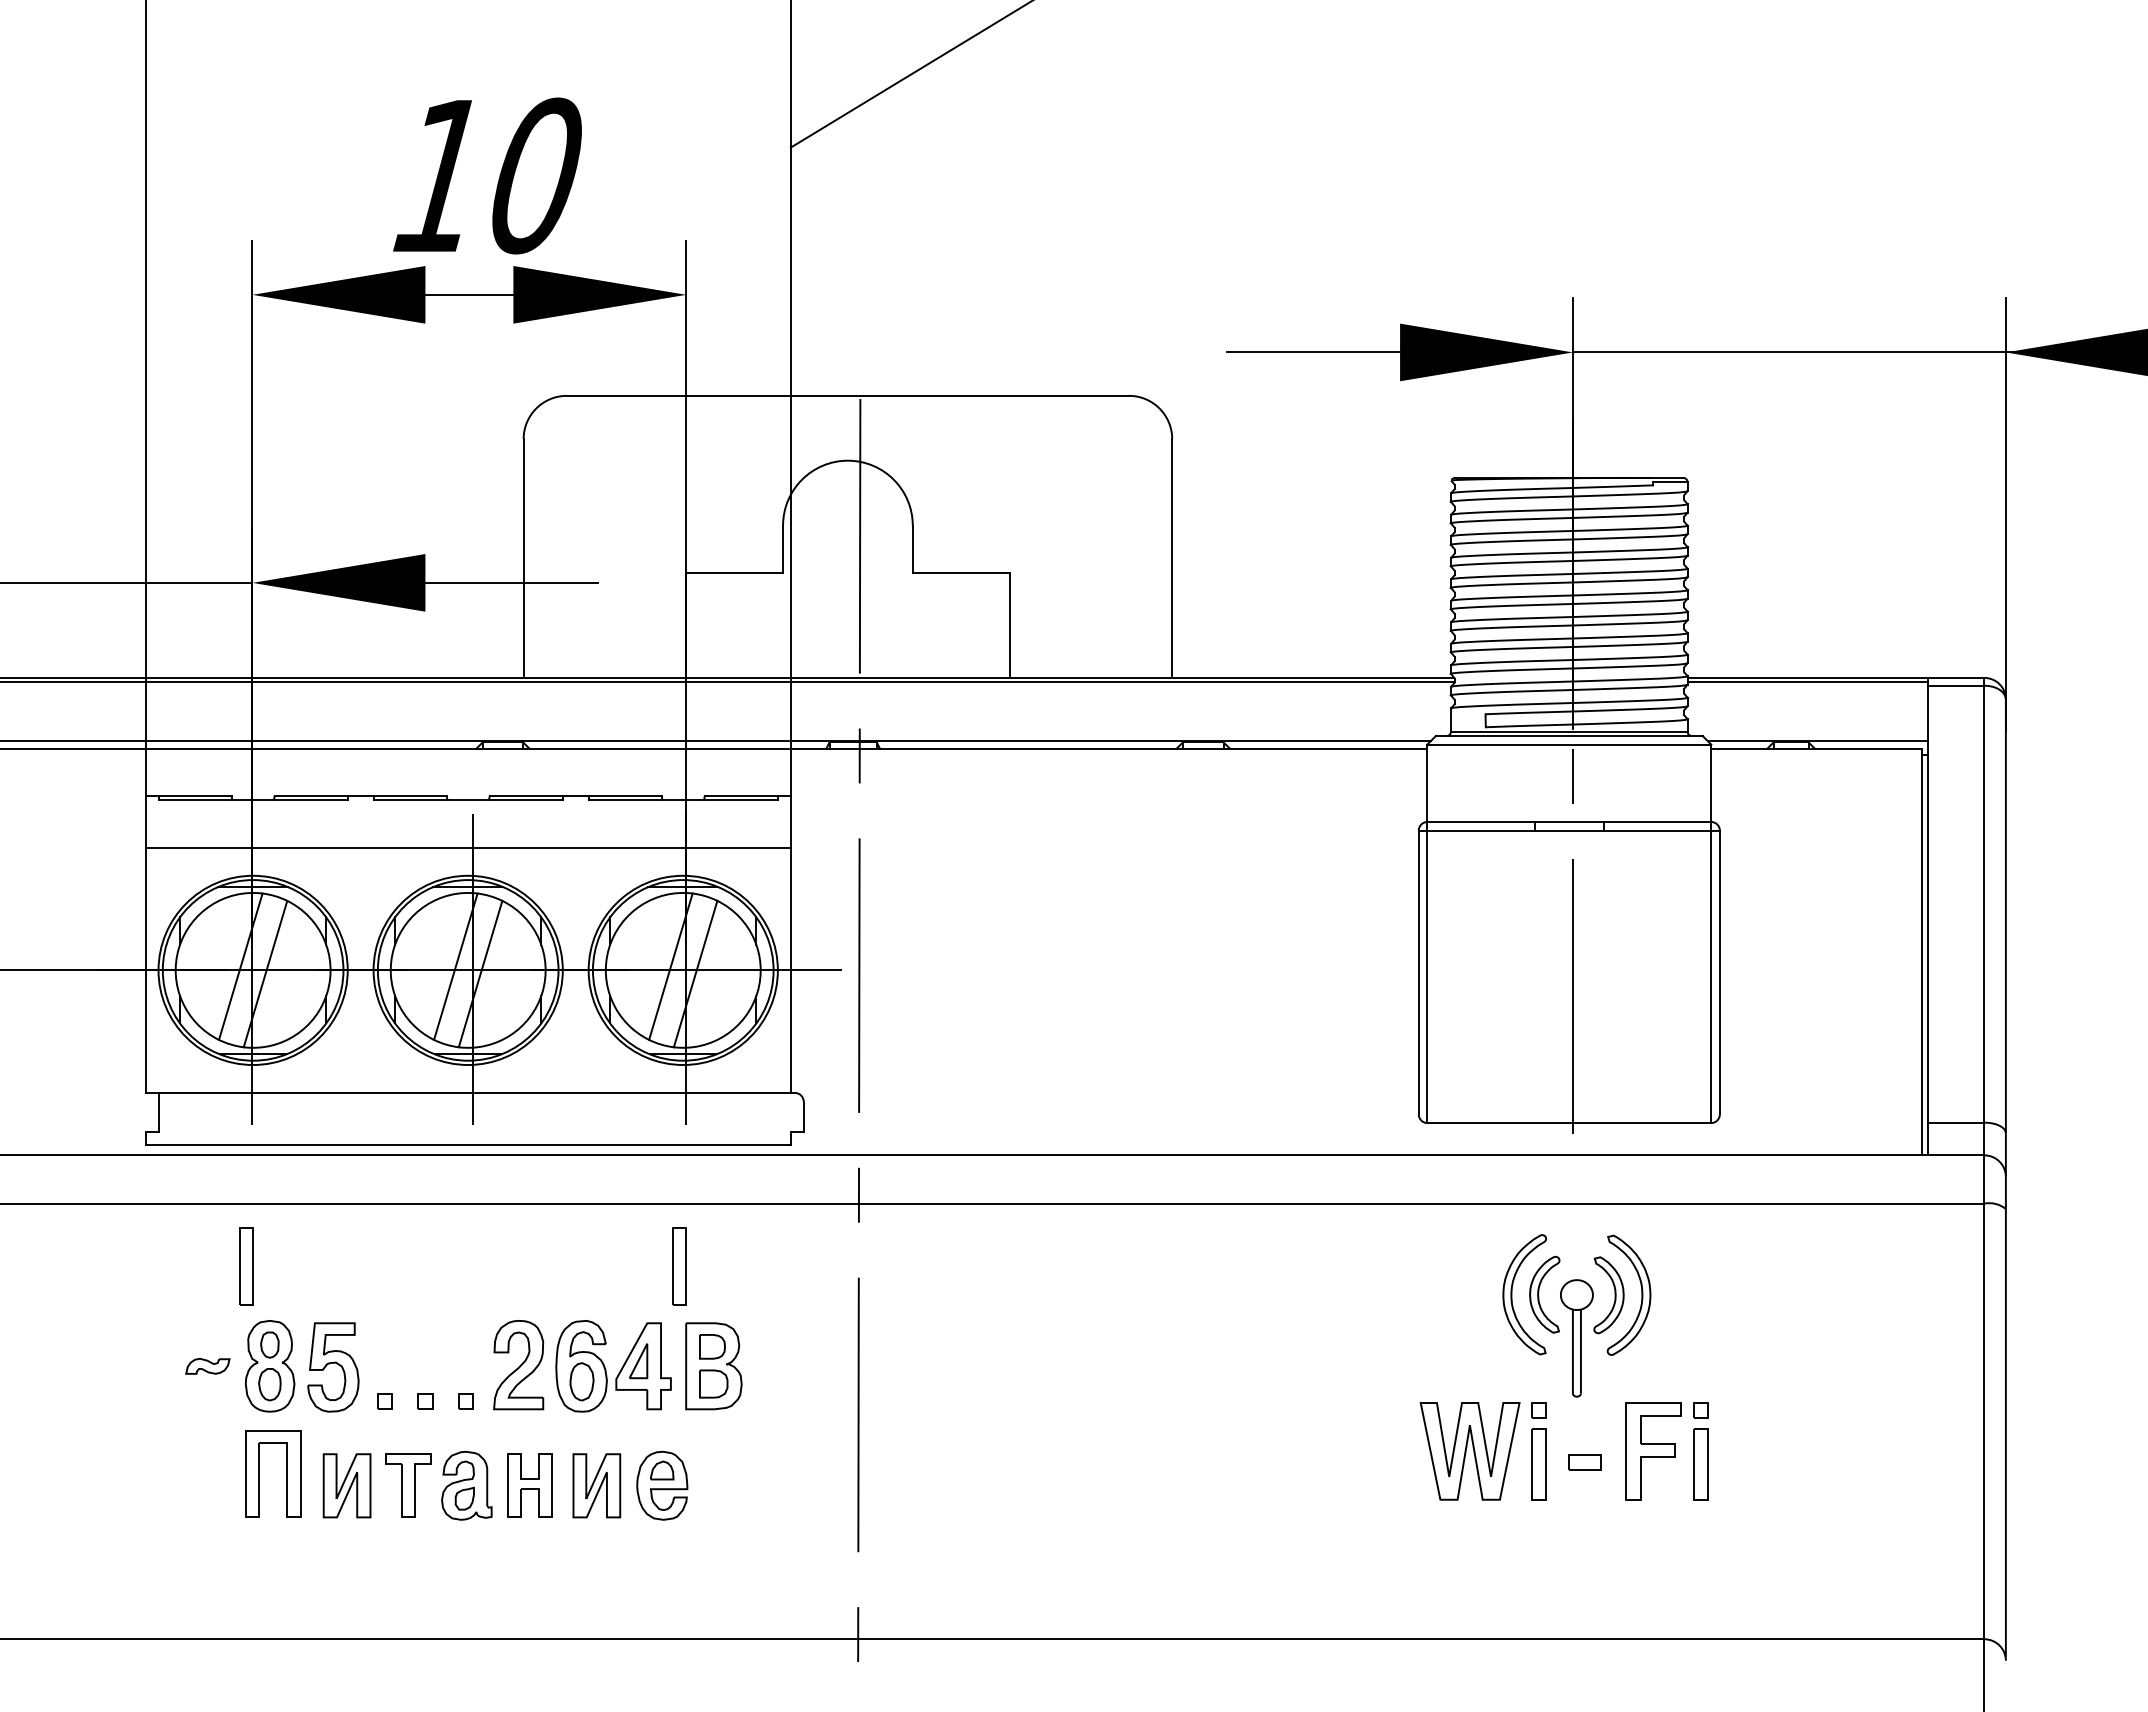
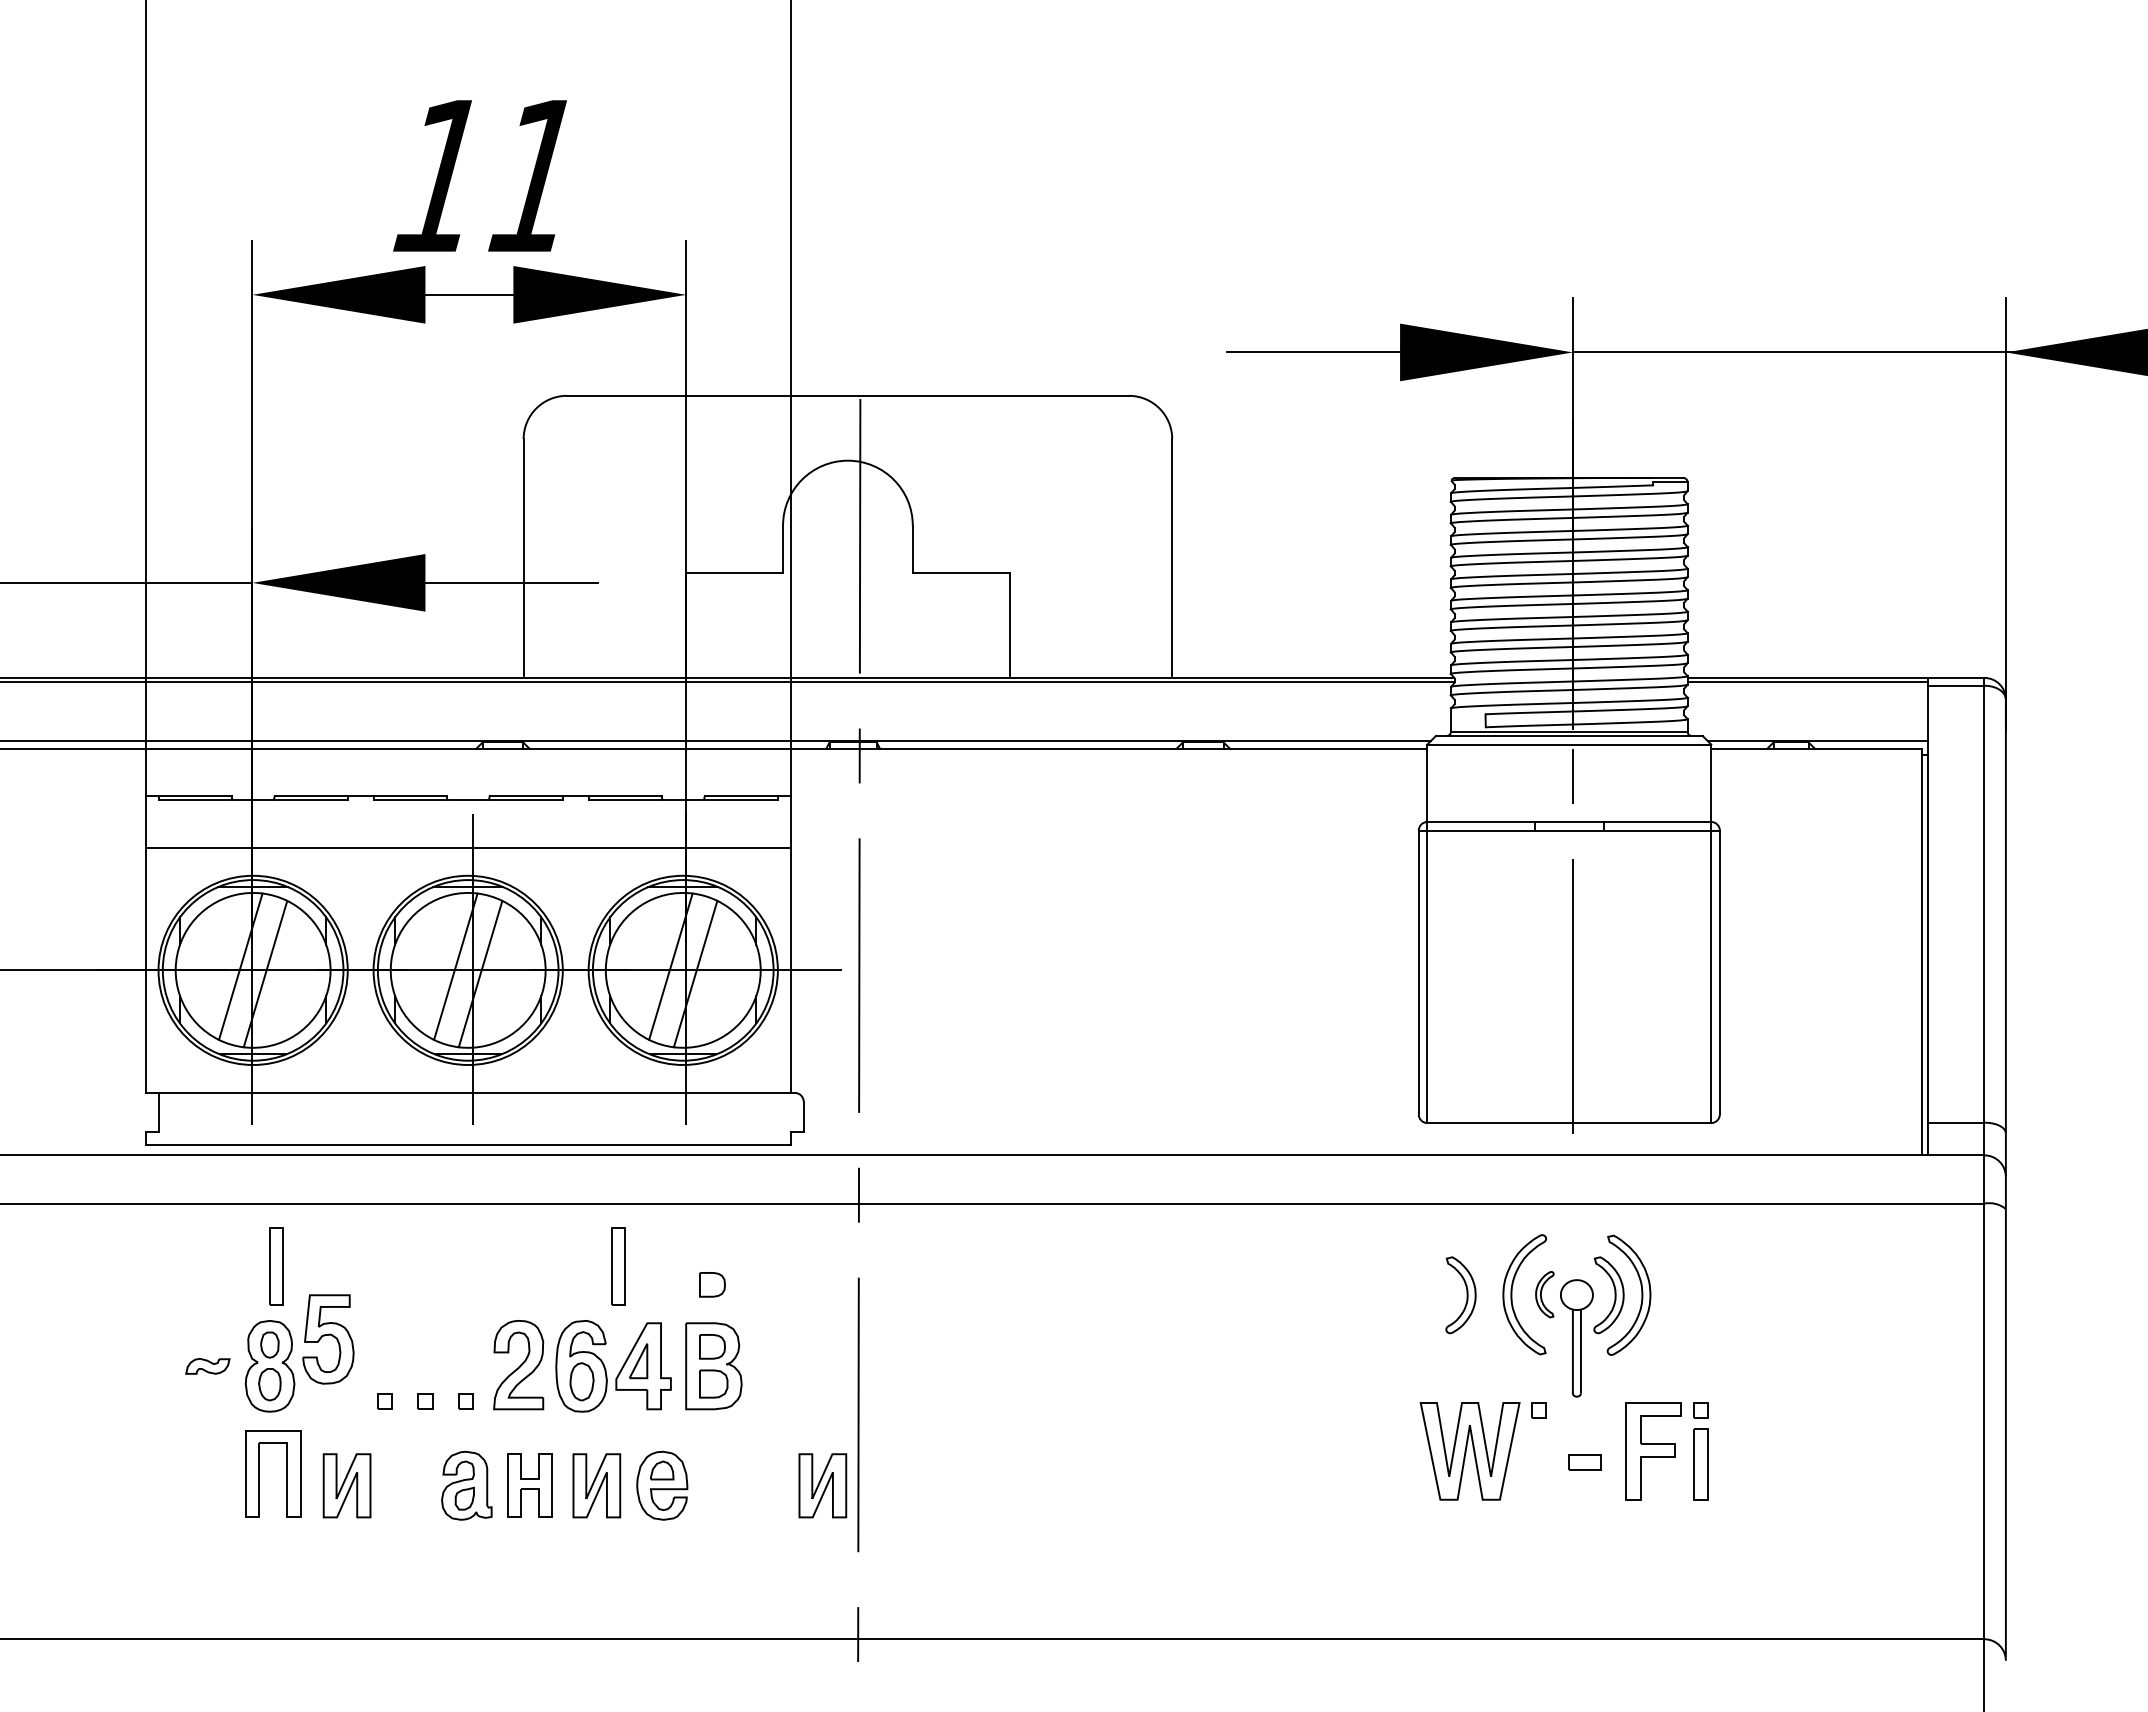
line at (910, 74): present -> none
text at (534, 175): 10 -> 11
part at (246, 1266) position: (246, 1266) -> (276, 1266)
part at (679, 1266) position: (679, 1266) -> (618, 1266)
part at (712, 1284): none -> present
part at (1544, 1294) size: 32x79 px -> 20x48 px
part at (1460, 1295): none -> present
part at (333, 1367) position: (333, 1367) -> (328, 1339)
part at (1538, 1464): present -> none
part at (408, 1485): present -> none
part at (822, 1485): none -> present
